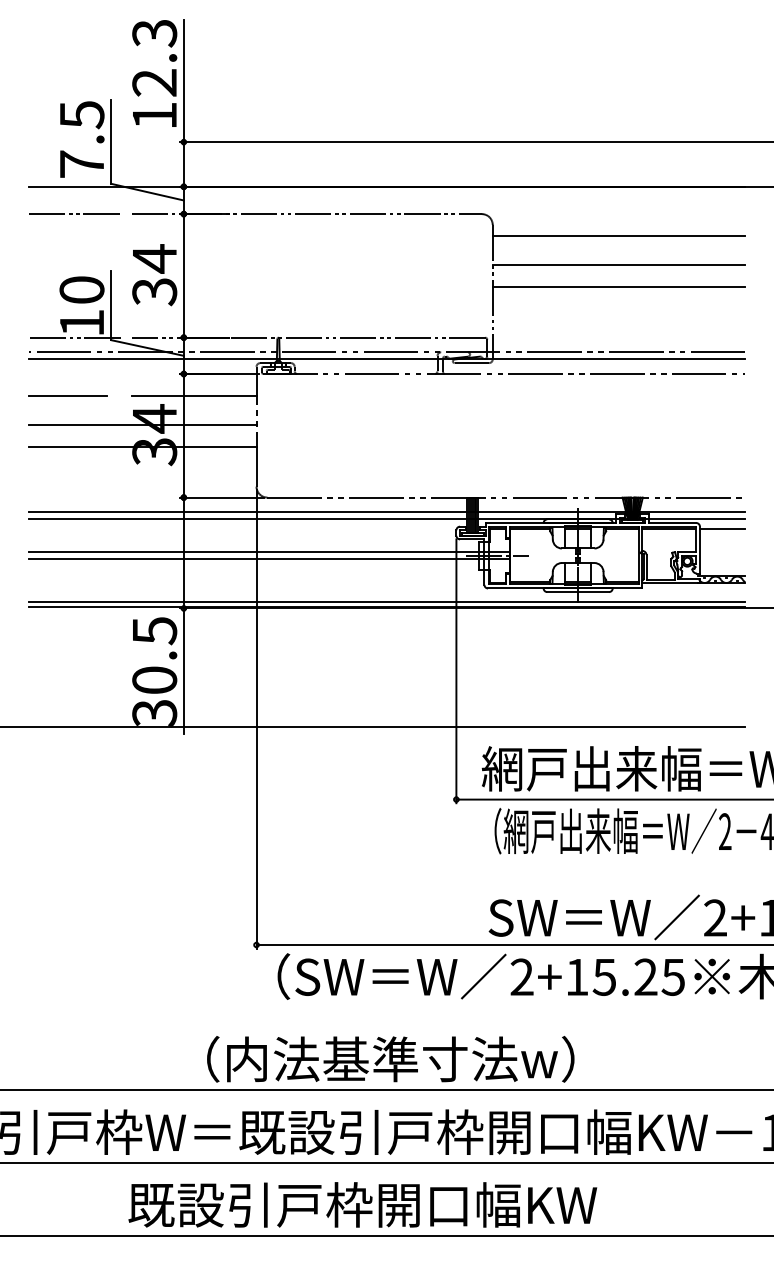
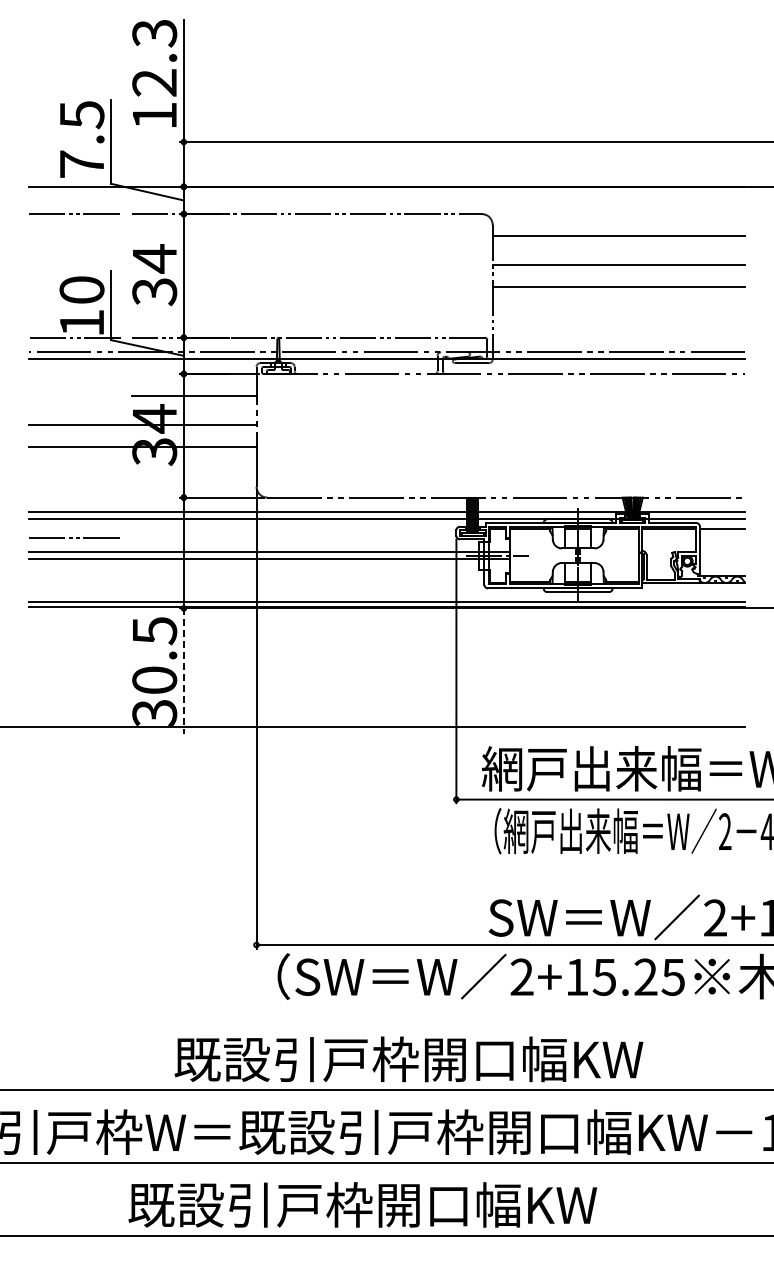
line at (67, 395): present -> none
line at (72, 537): none -> present
line at (183, 671): solid -> dashed
text at (408, 1058): （内法基準寸法w） -> 既設引戸枠開口幅KW
